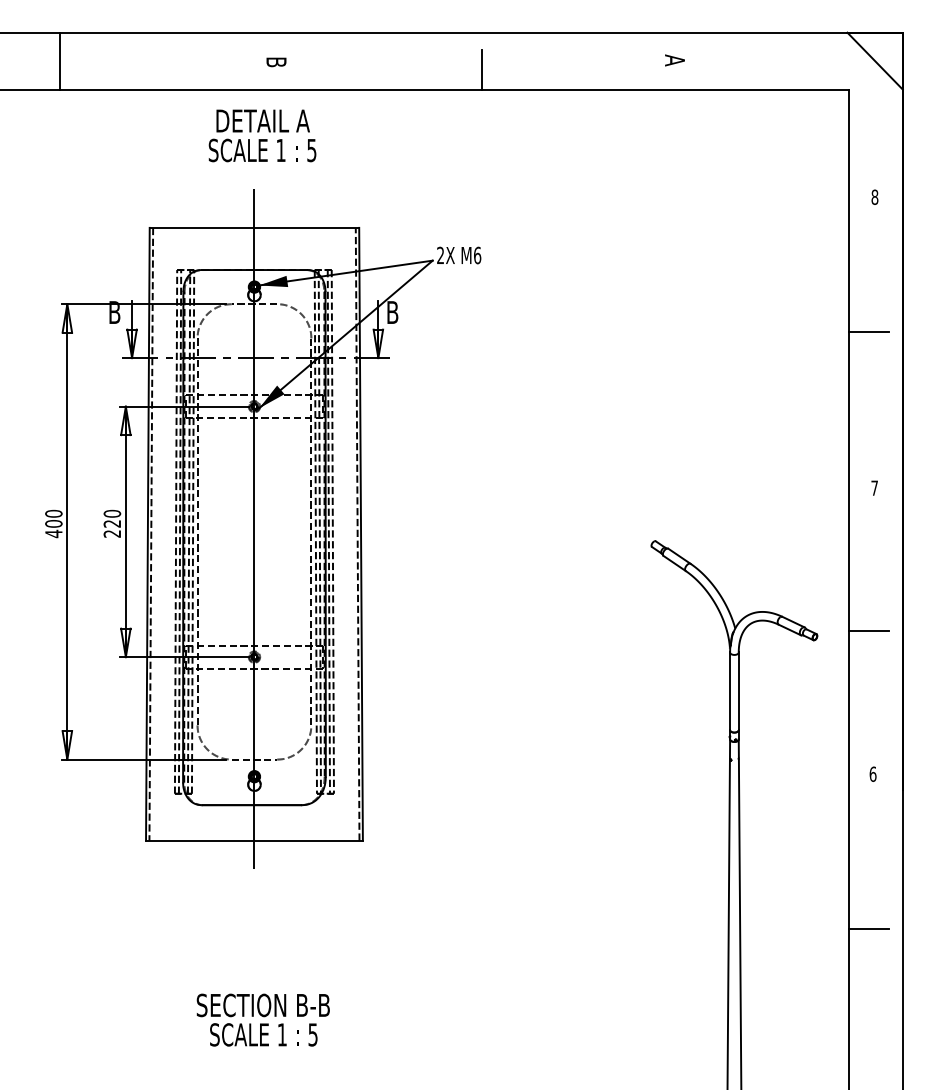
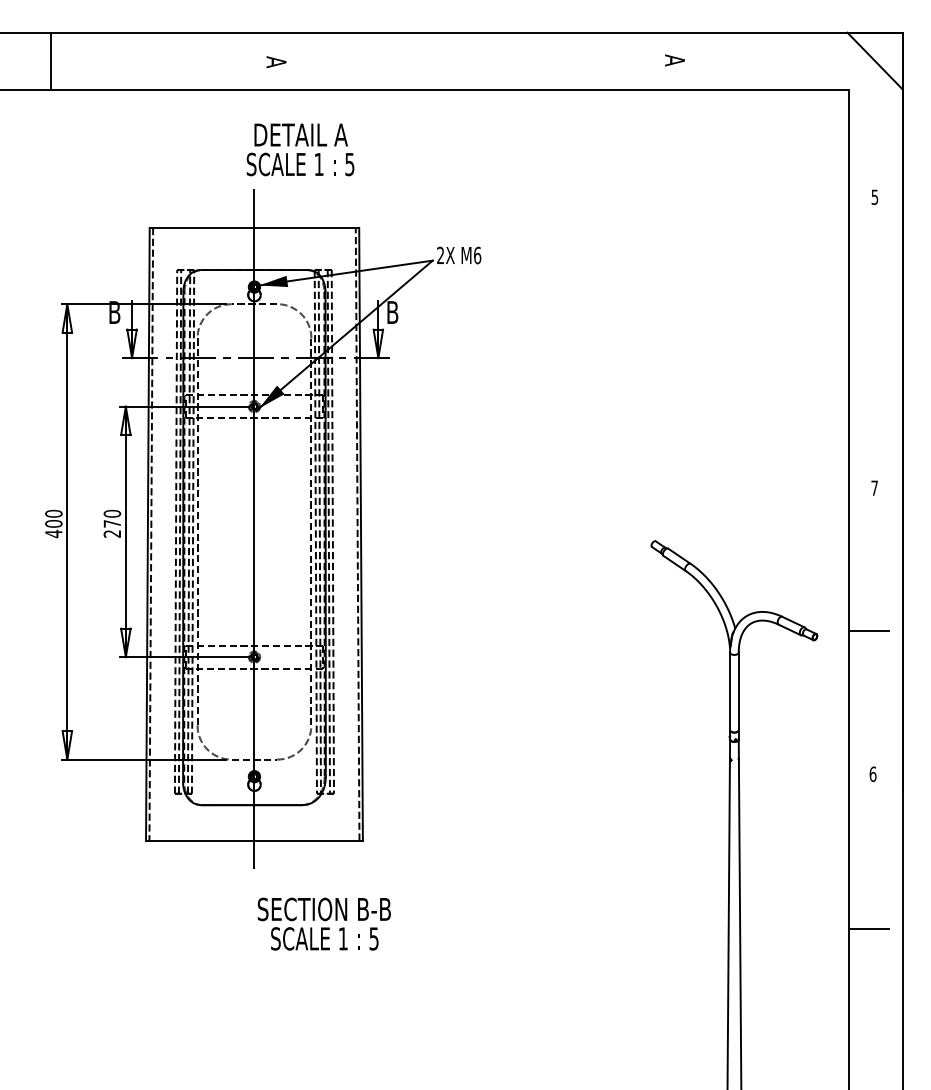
line at (60, 60) position: (60, 60) -> (51, 60)
text at (276, 62): B -> A
line at (481, 69): present -> none
text at (262, 135) position: (262, 135) -> (300, 149)
text at (874, 196): 8 -> 5
line at (868, 332): present -> none
text at (111, 523): 220 -> 270
text at (262, 1019) position: (262, 1019) -> (323, 923)
